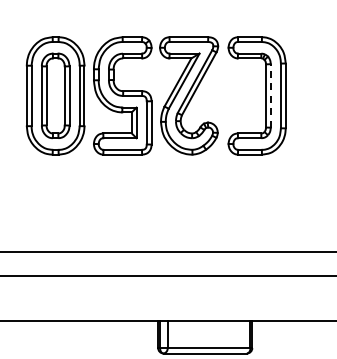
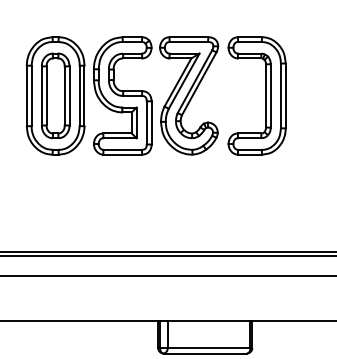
line at (270, 95): dashed -> solid
line at (167, 256): none -> present
